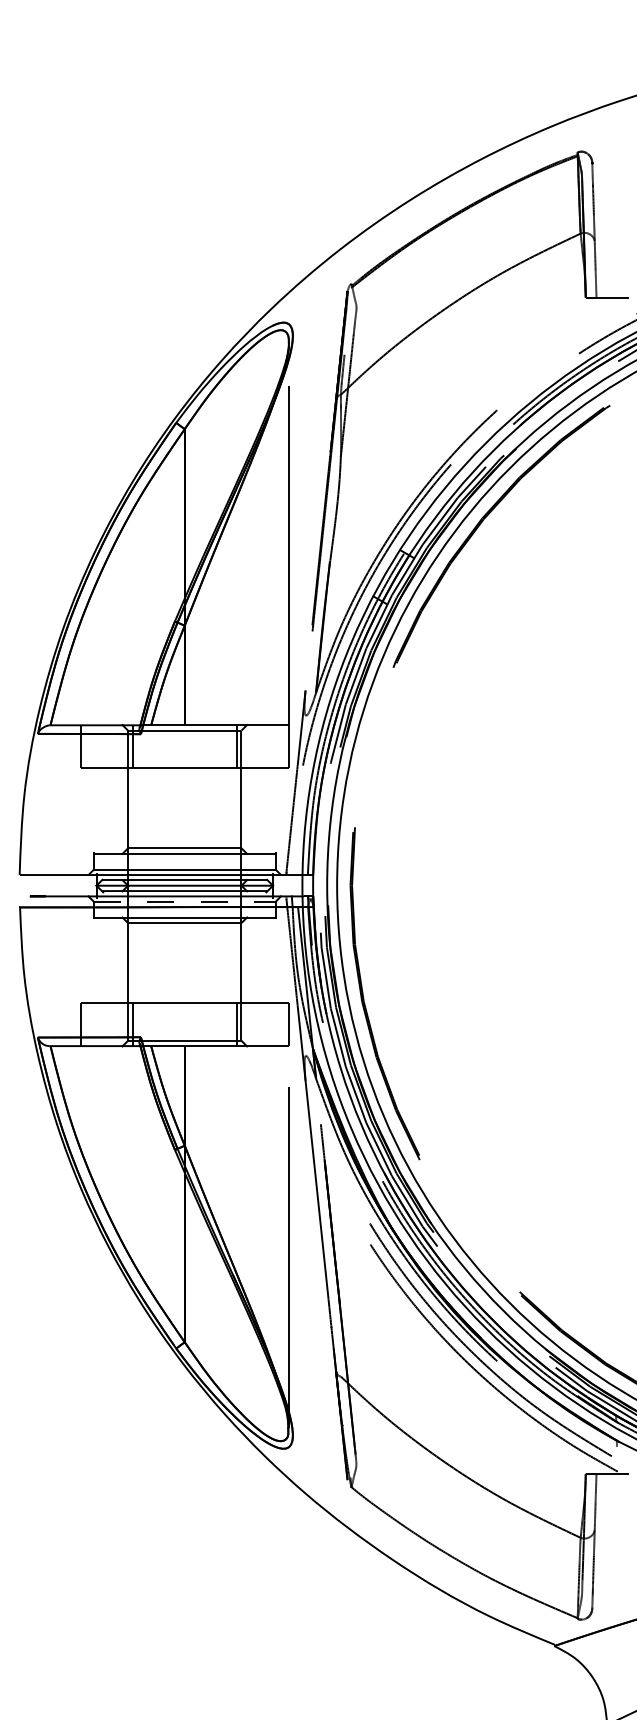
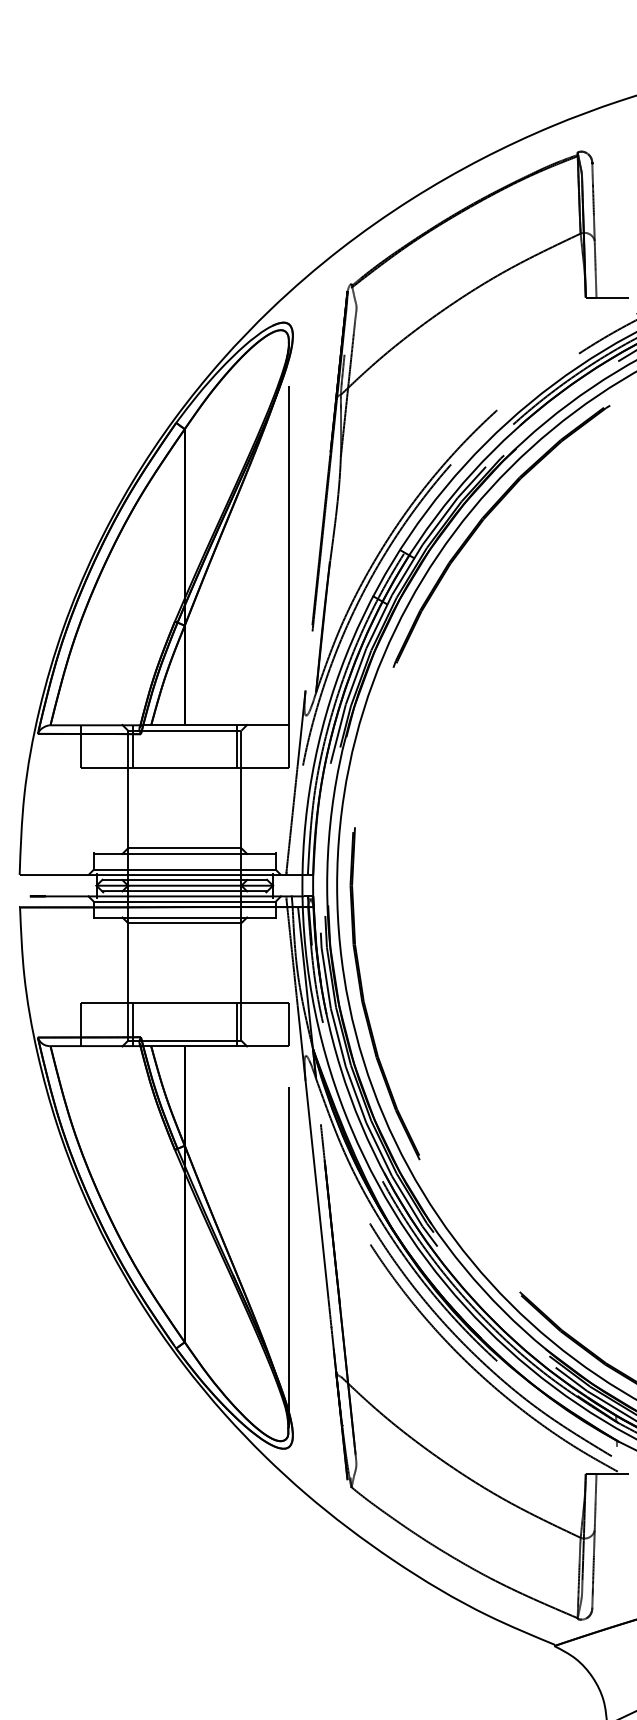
line at (184, 901): dashed -> solid
